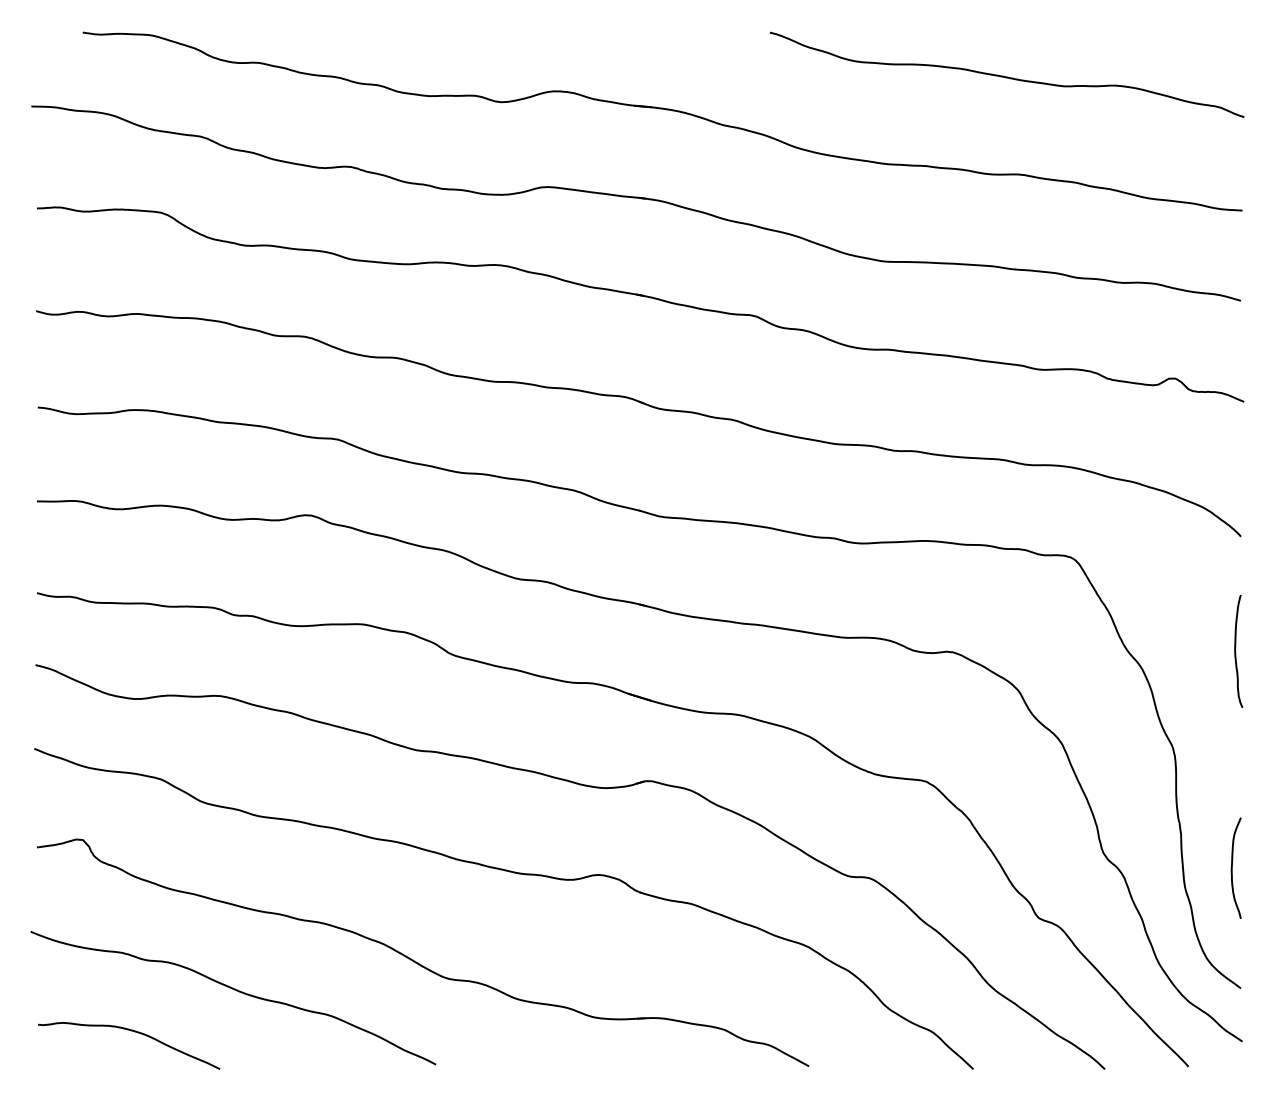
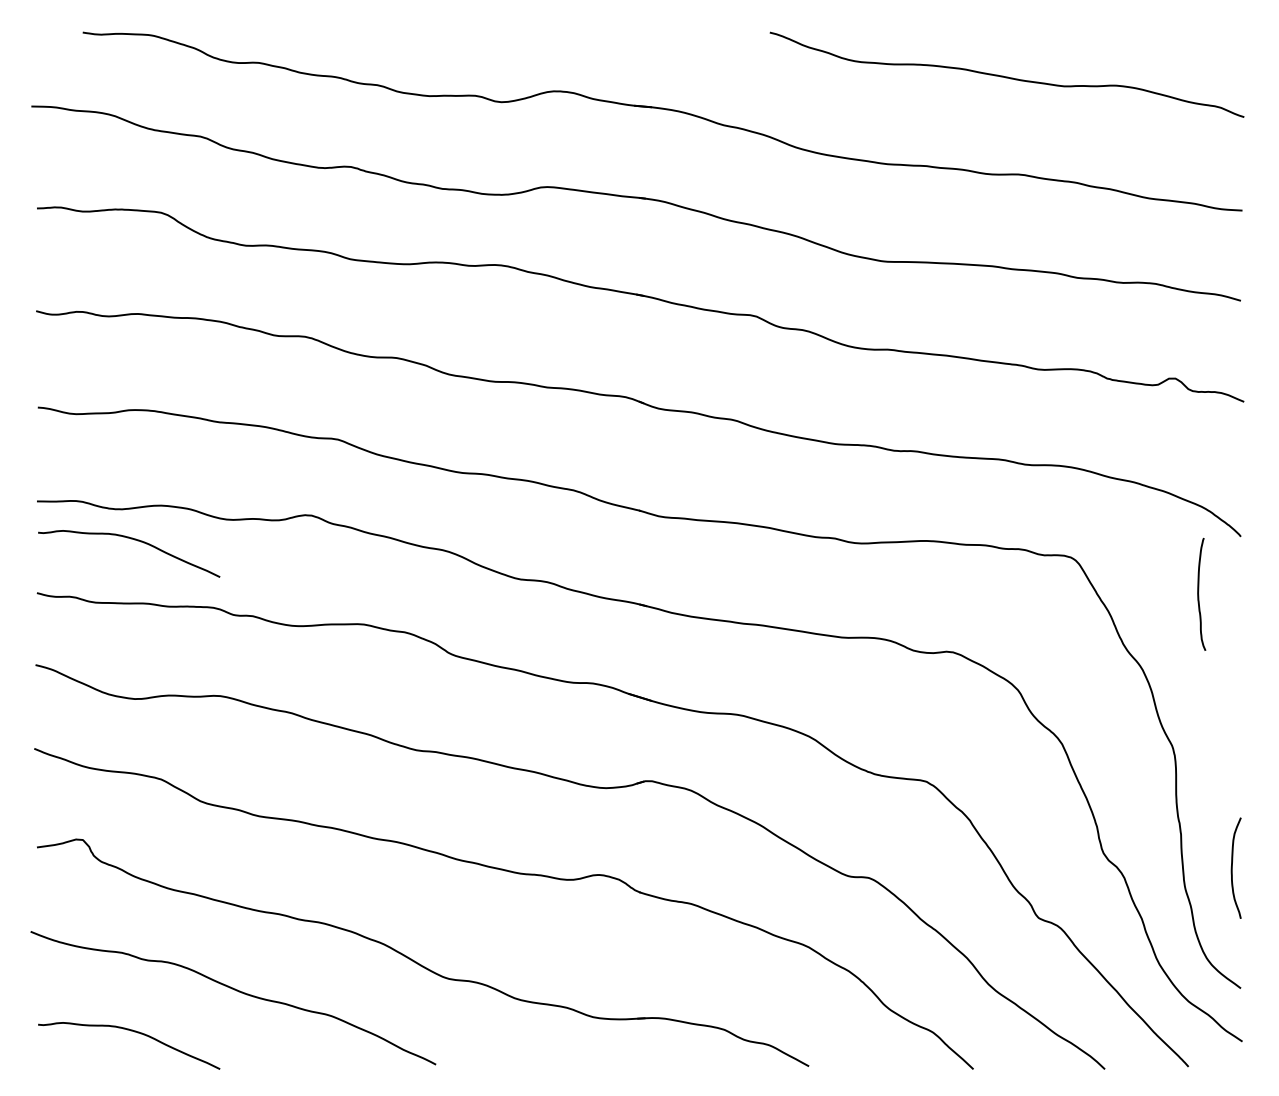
curve at (134, 540): none -> present
curve at (1236, 651) position: (1236, 651) -> (1199, 594)
